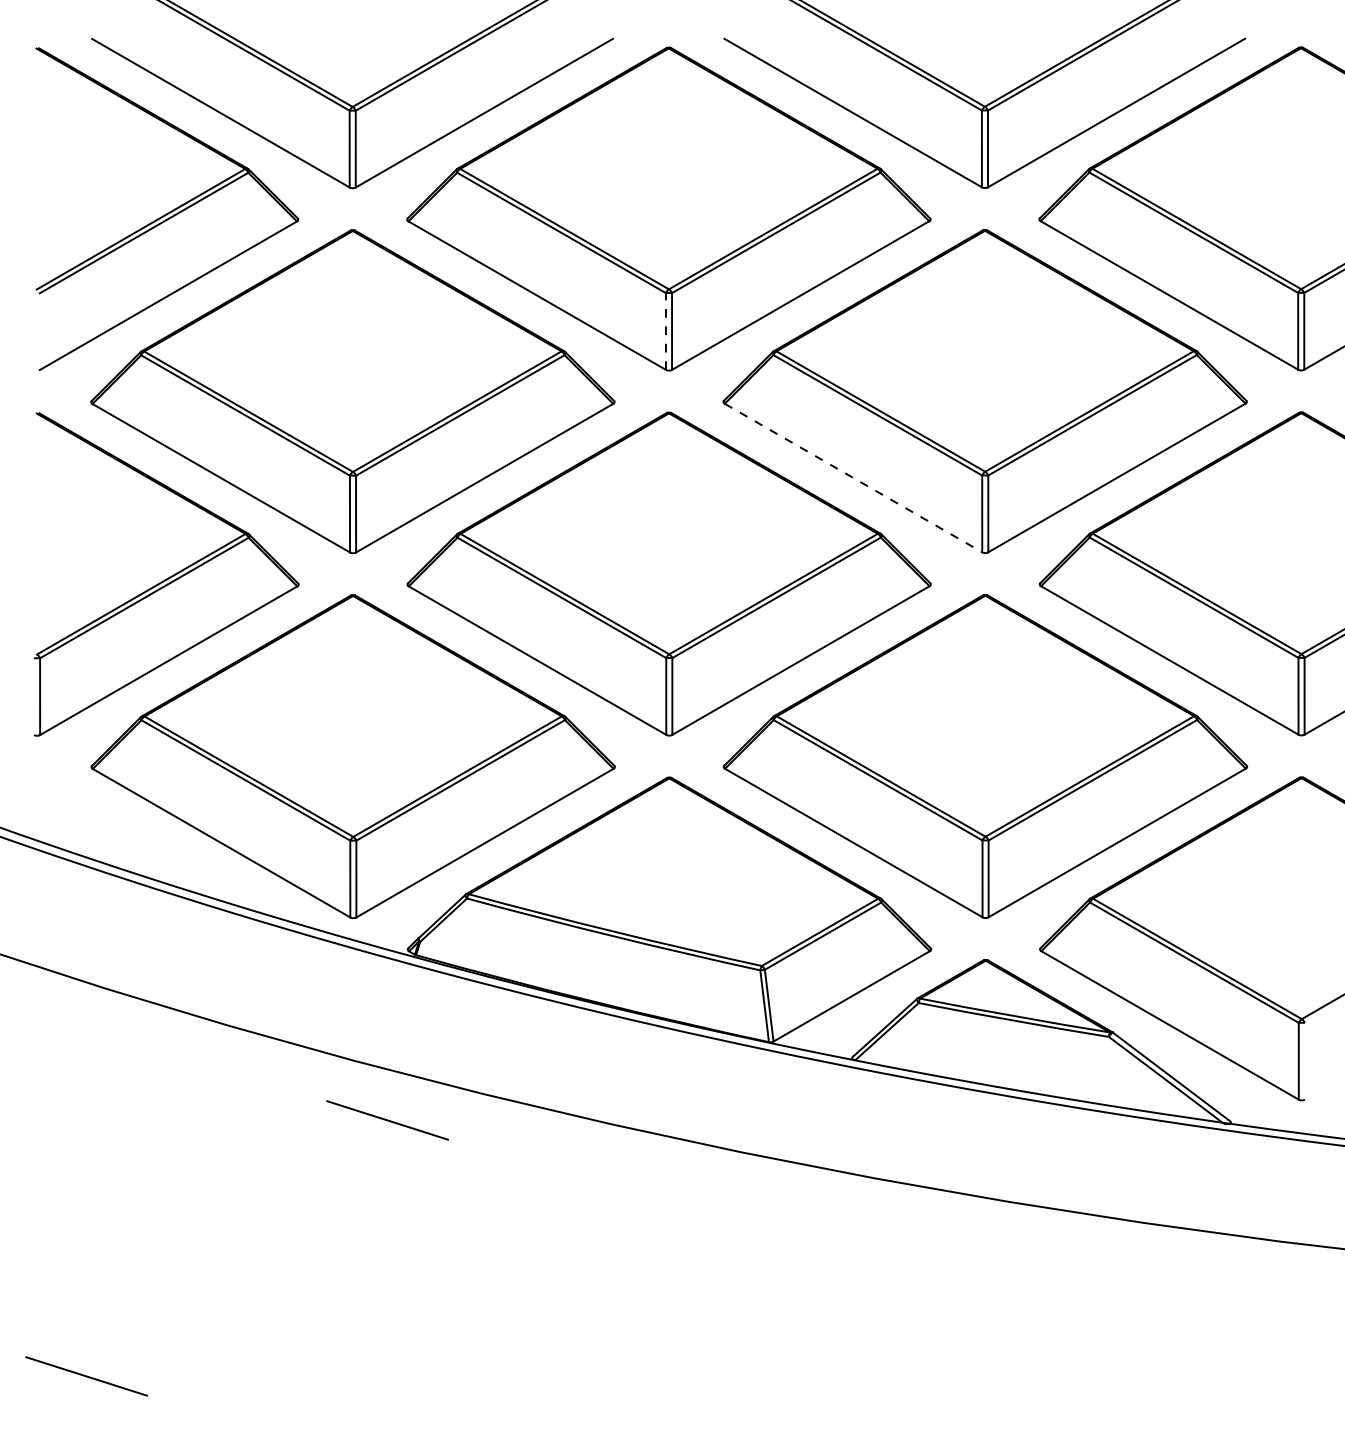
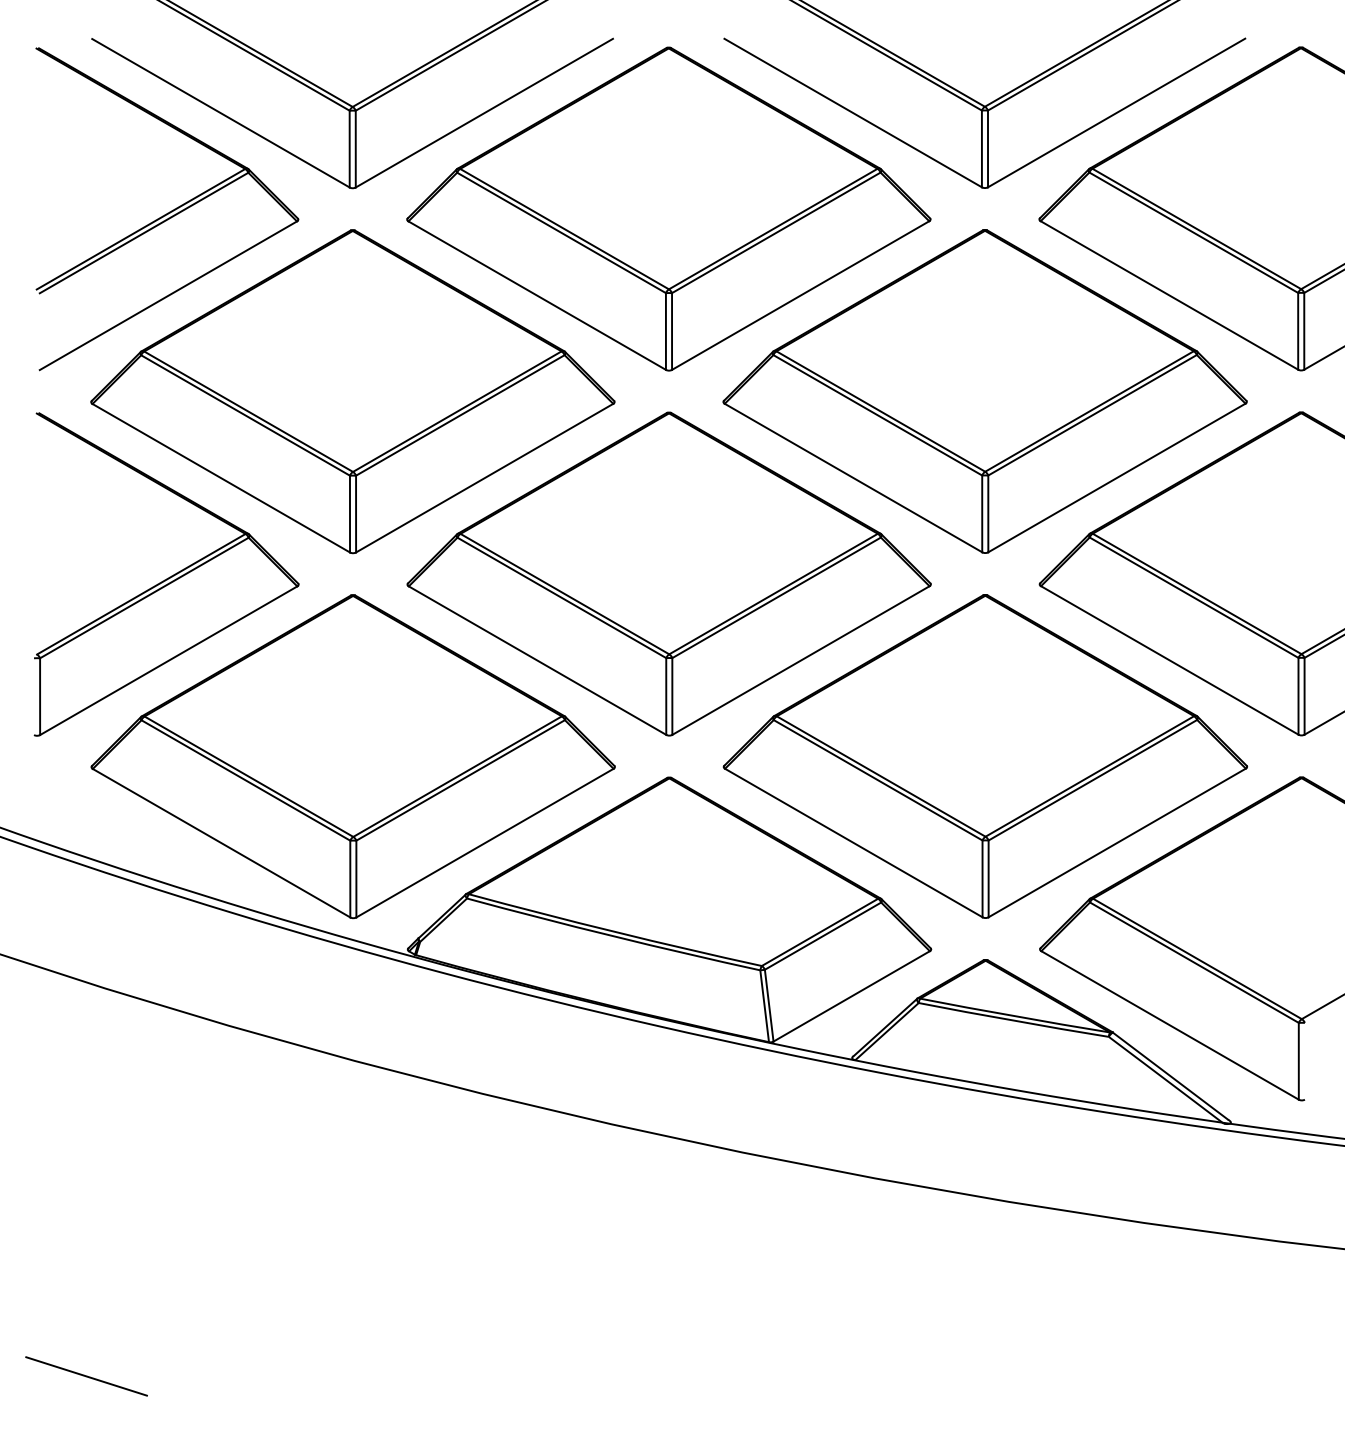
line at (665, 331): dashed -> solid
line at (853, 478): dashed -> solid
line at (387, 1120): present -> none
